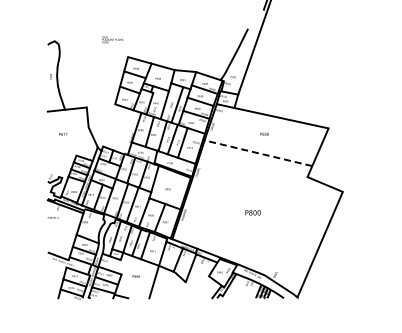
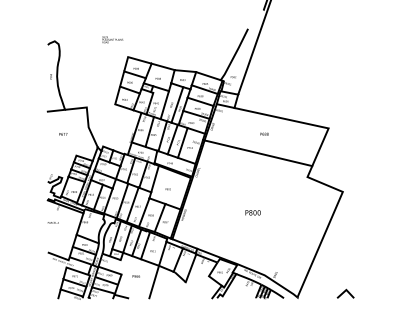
line at (257, 153): dashed -> solid
text at (52, 217) position: (52, 217) -> (52, 222)
line at (345, 292): none -> present
